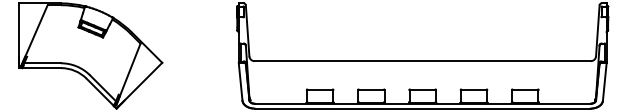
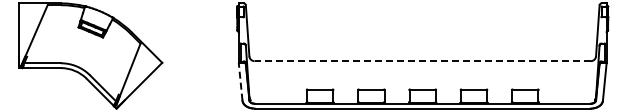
line at (422, 61): solid -> dashed
line at (240, 81): solid -> dashed
